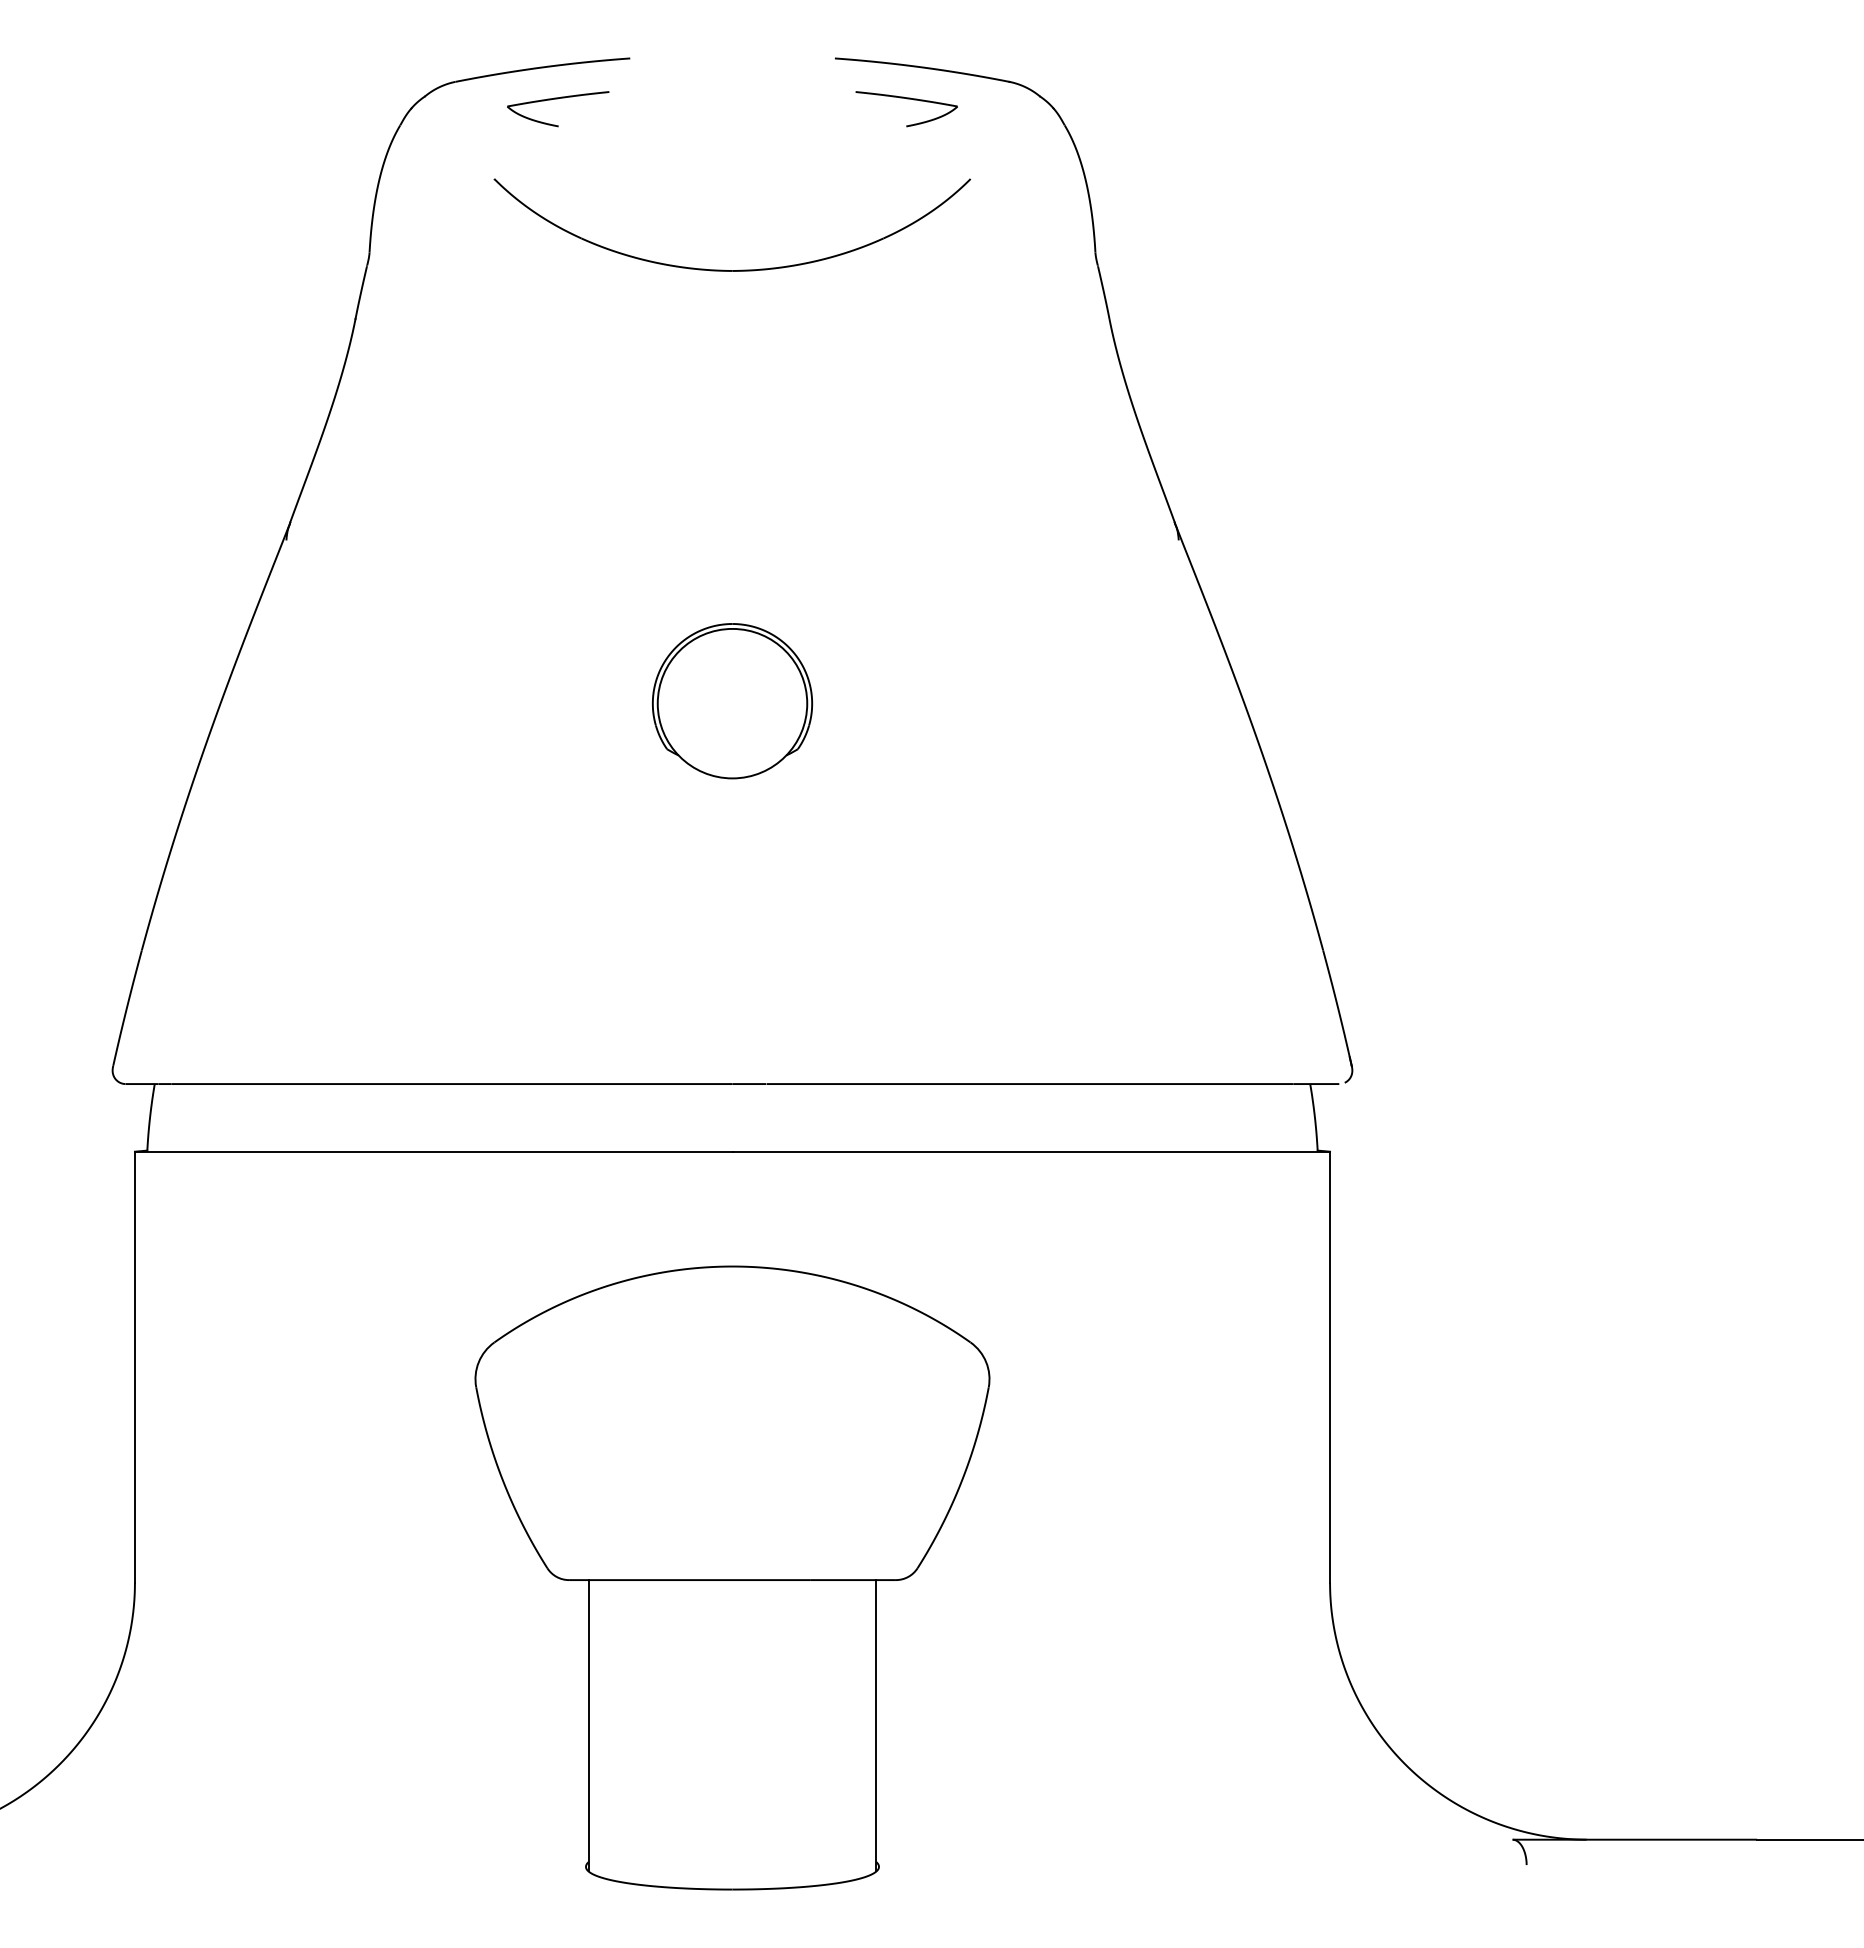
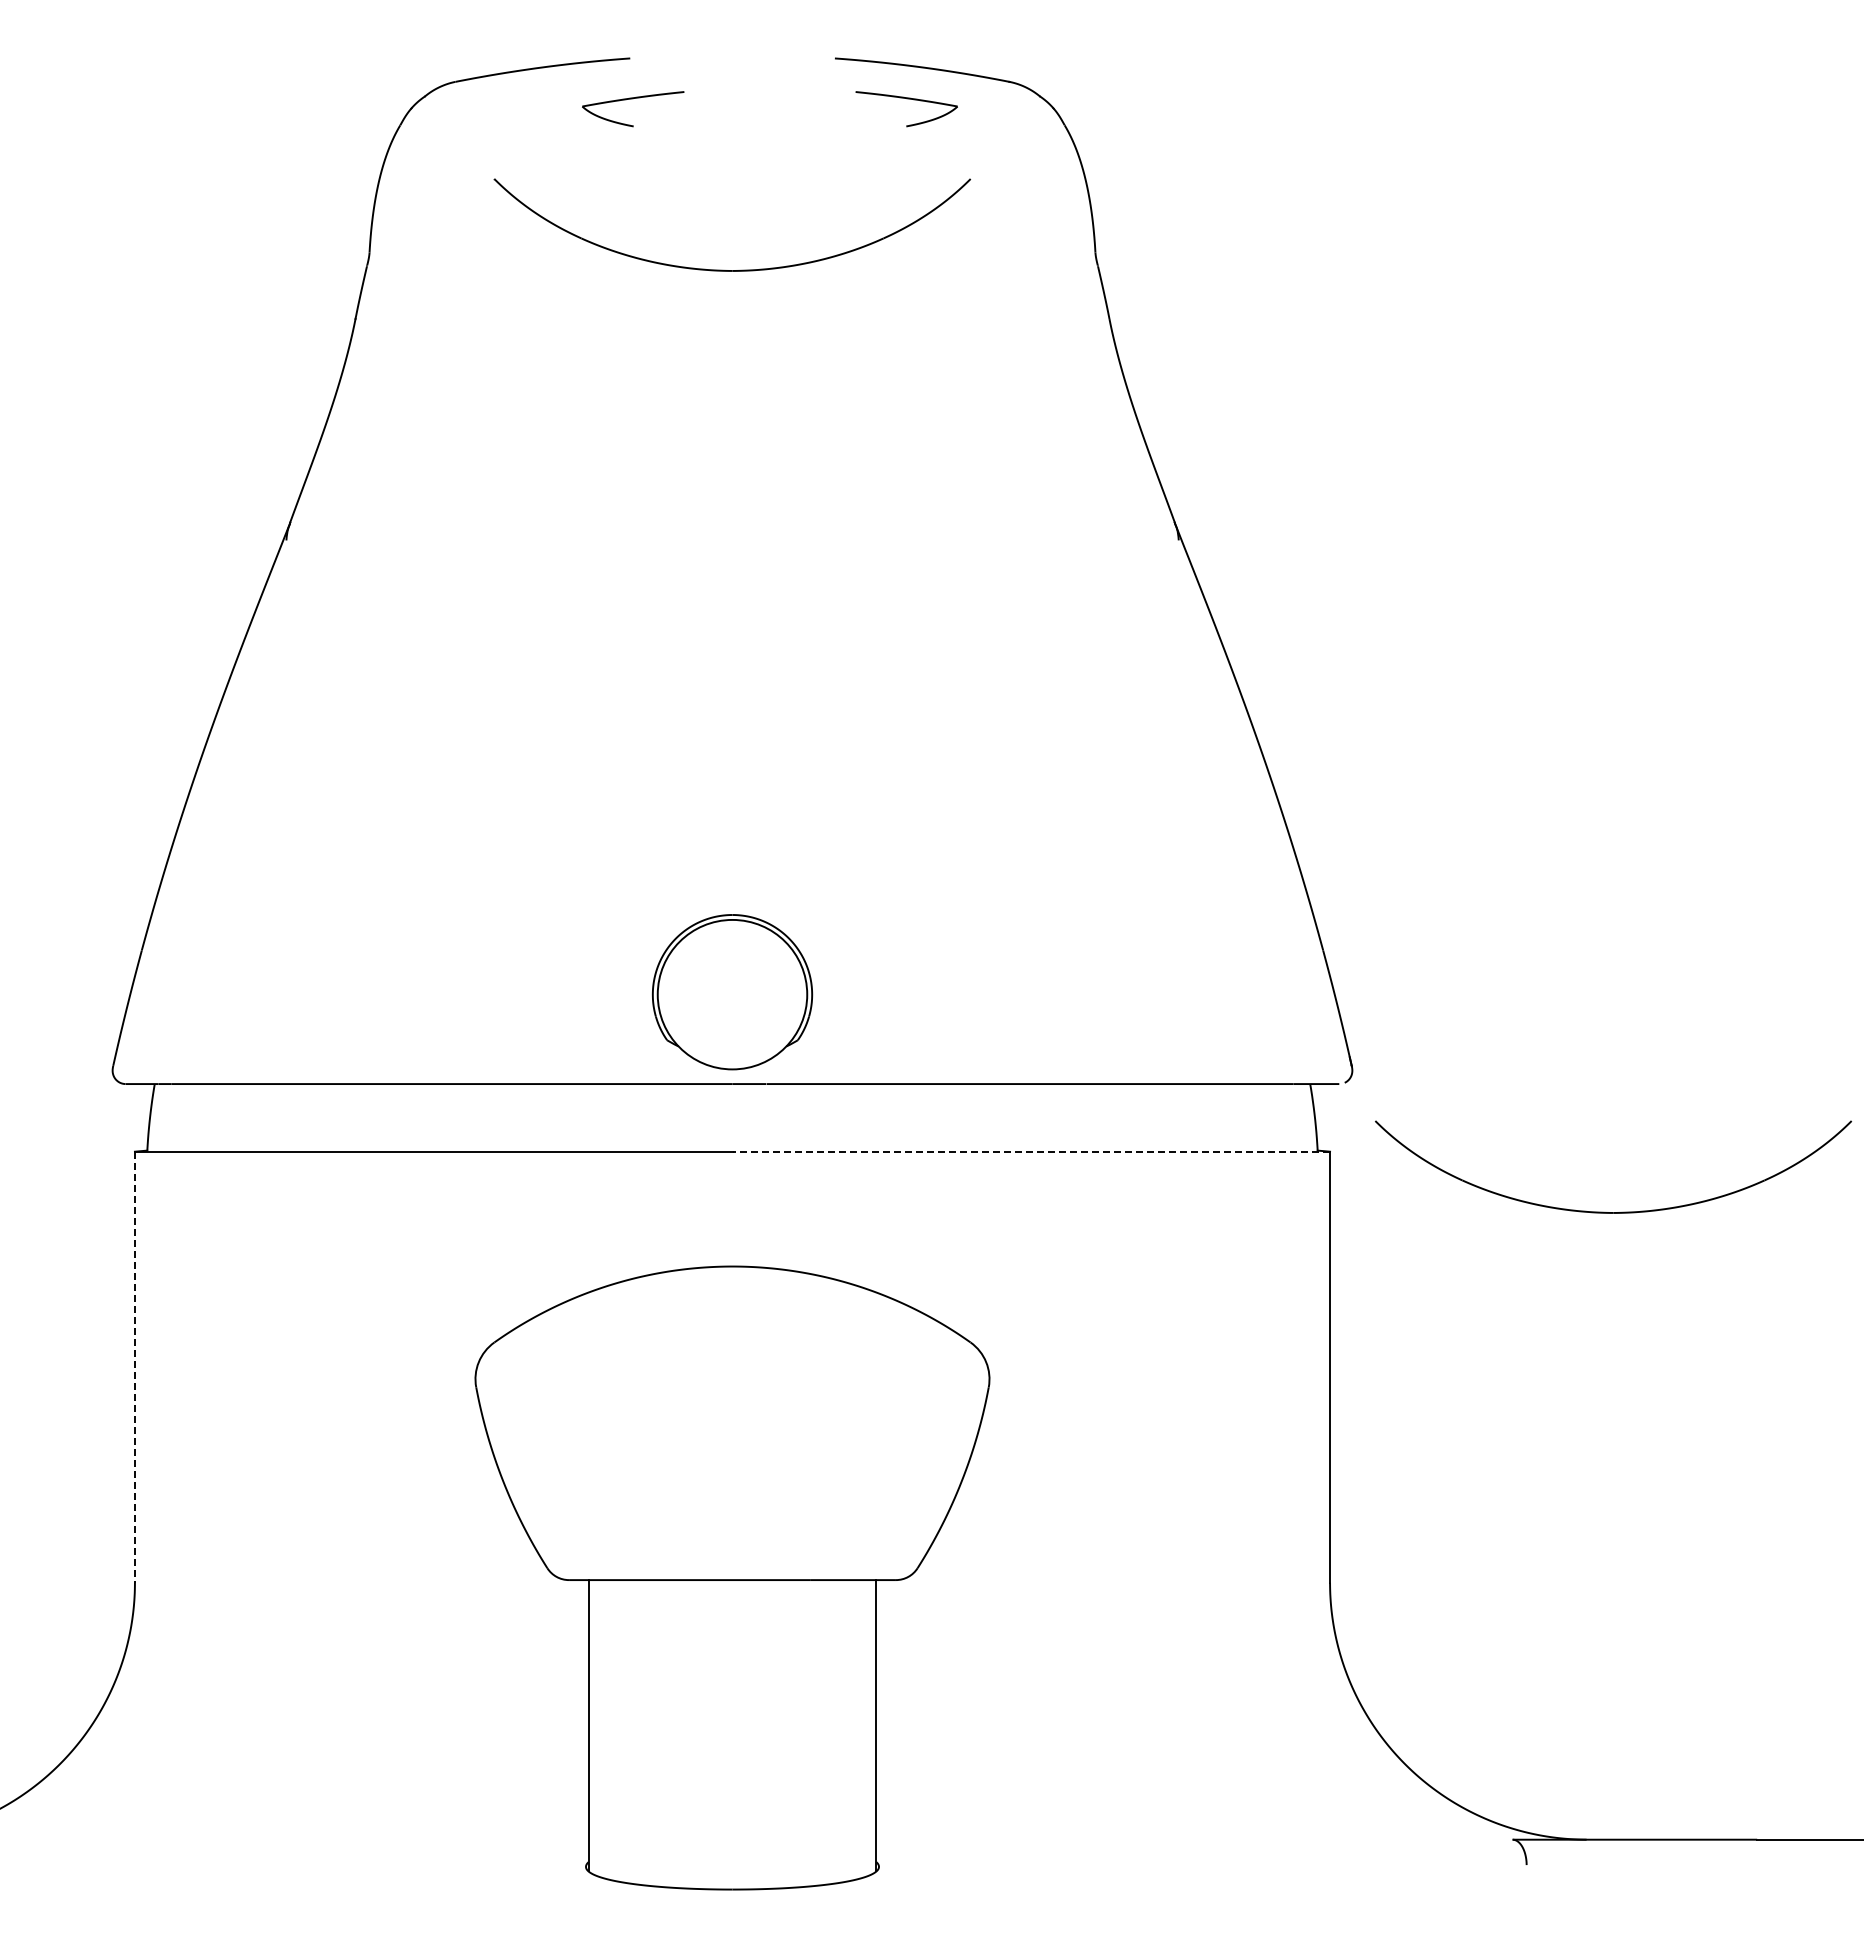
part at (558, 99) position: (558, 99) -> (633, 99)
part at (732, 701) position: (732, 701) -> (732, 992)
line at (1031, 1151): solid -> dashed
part at (1604, 1211): none -> present
line at (134, 1367): solid -> dashed
